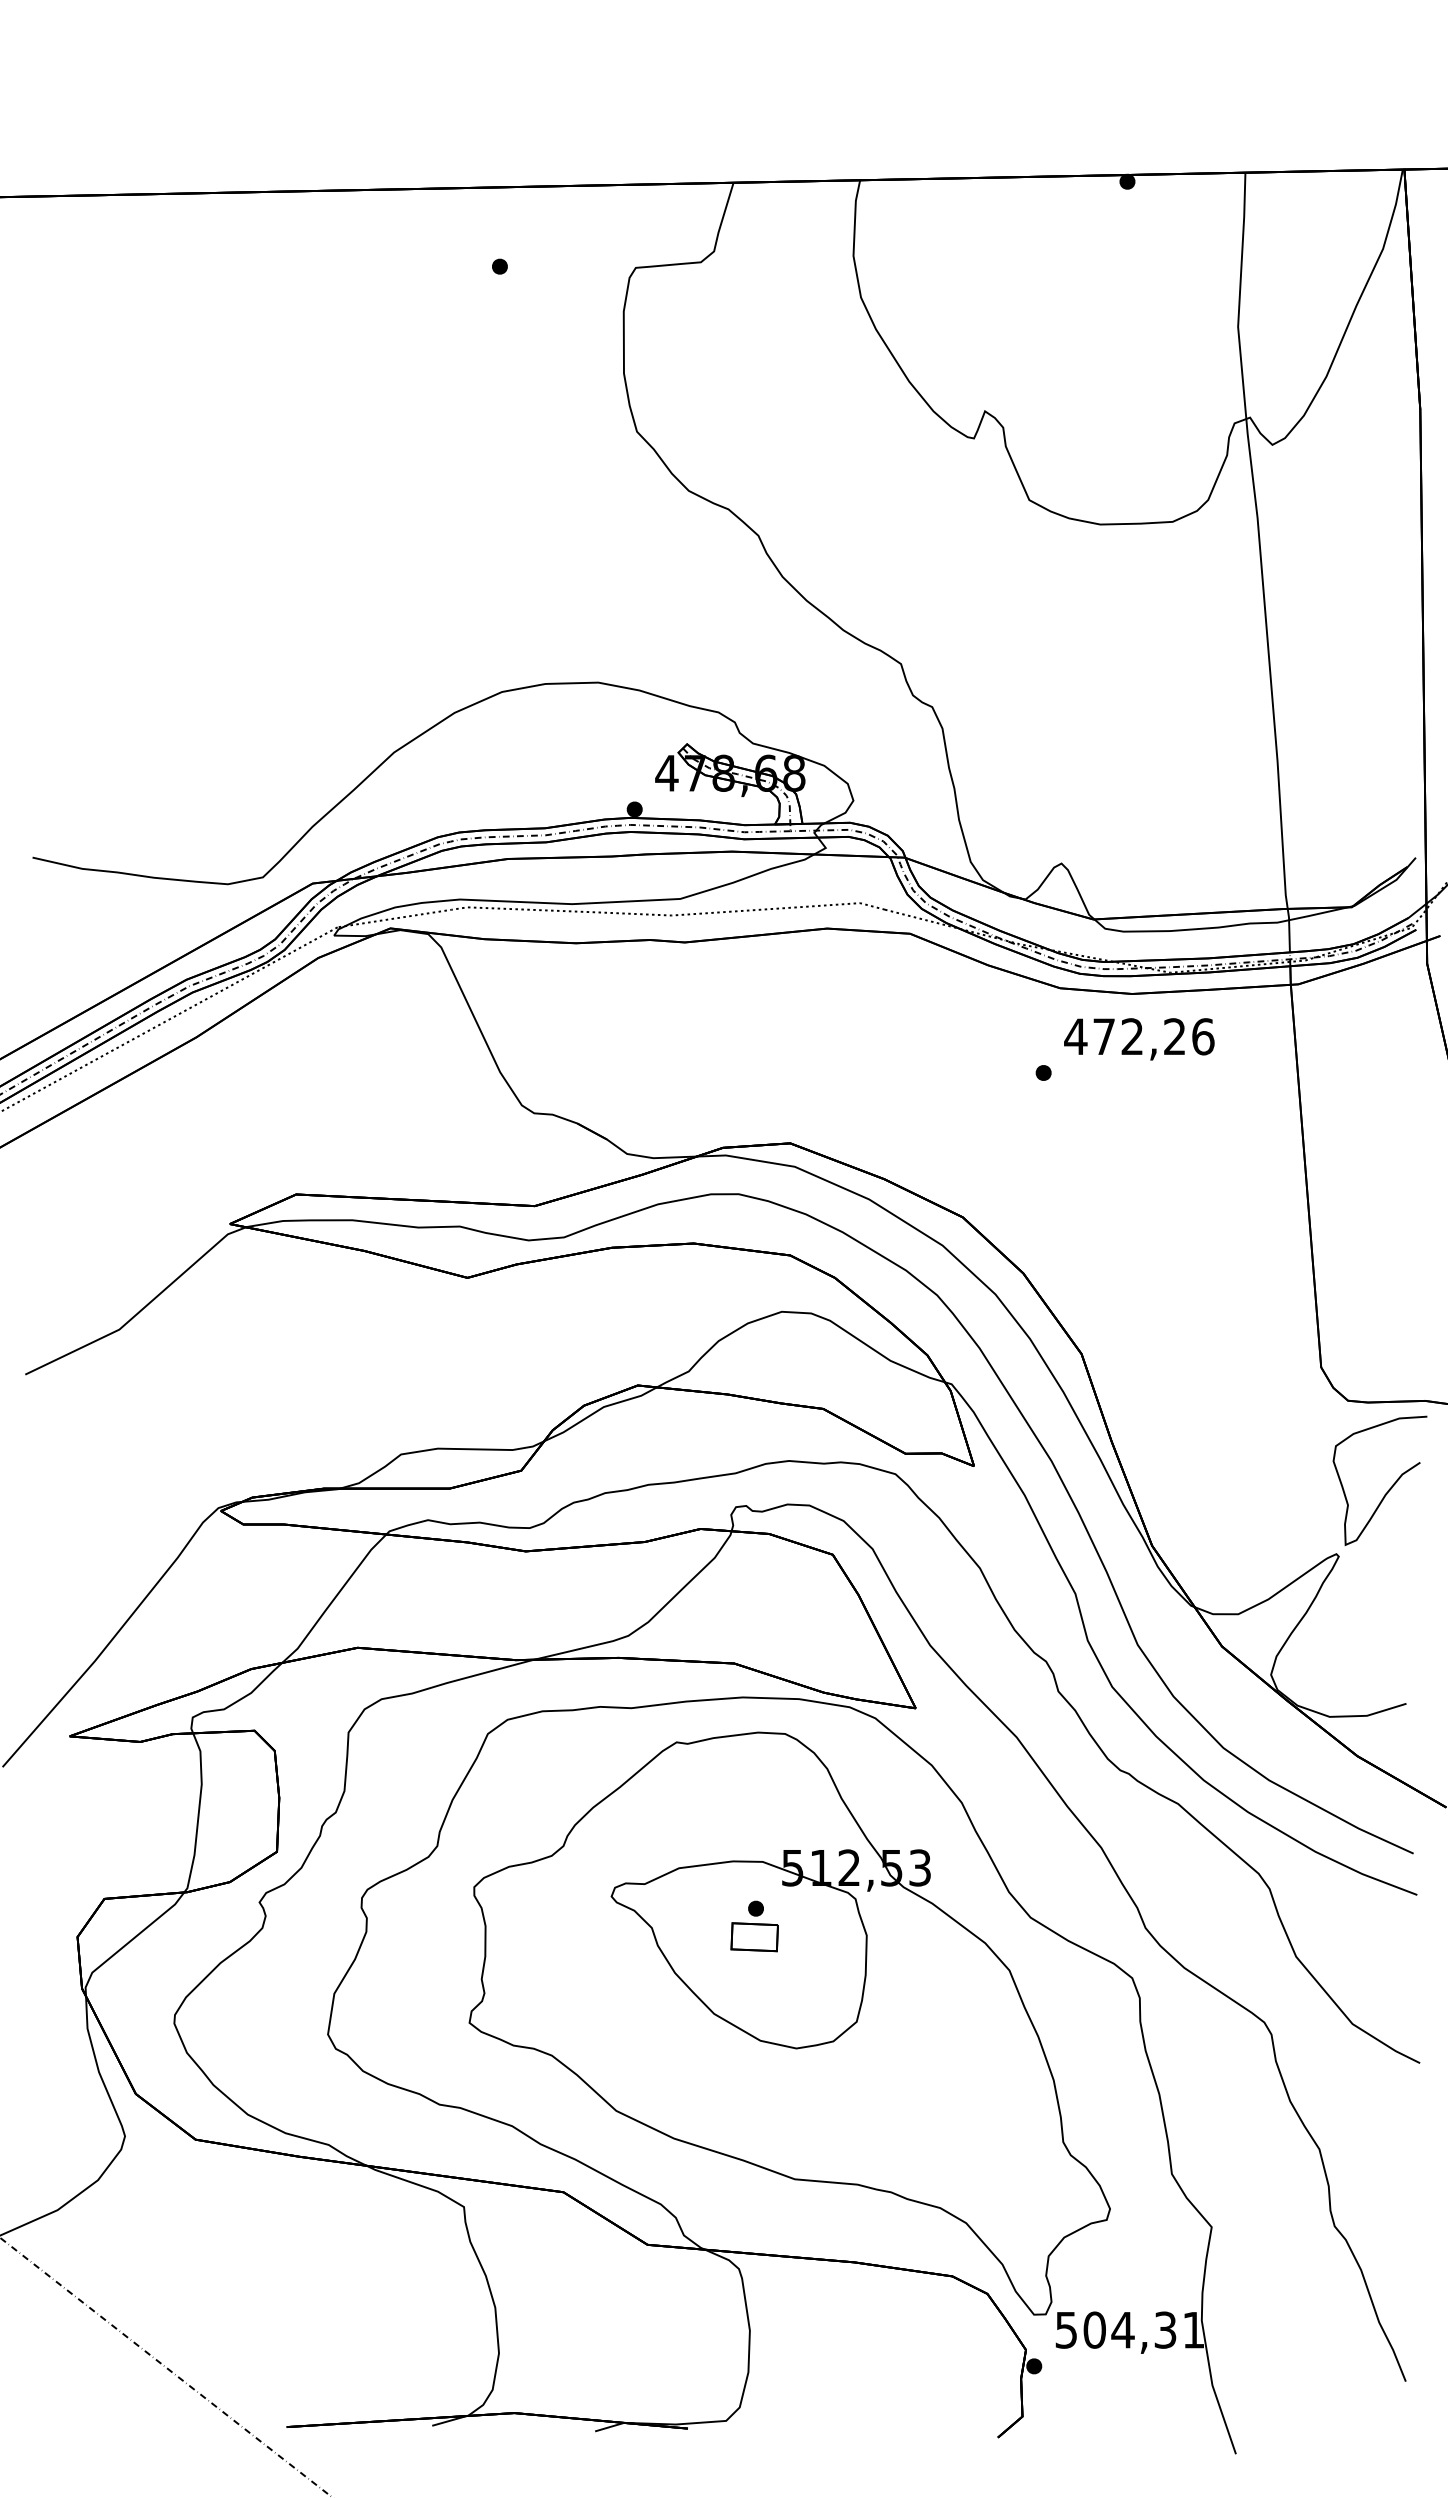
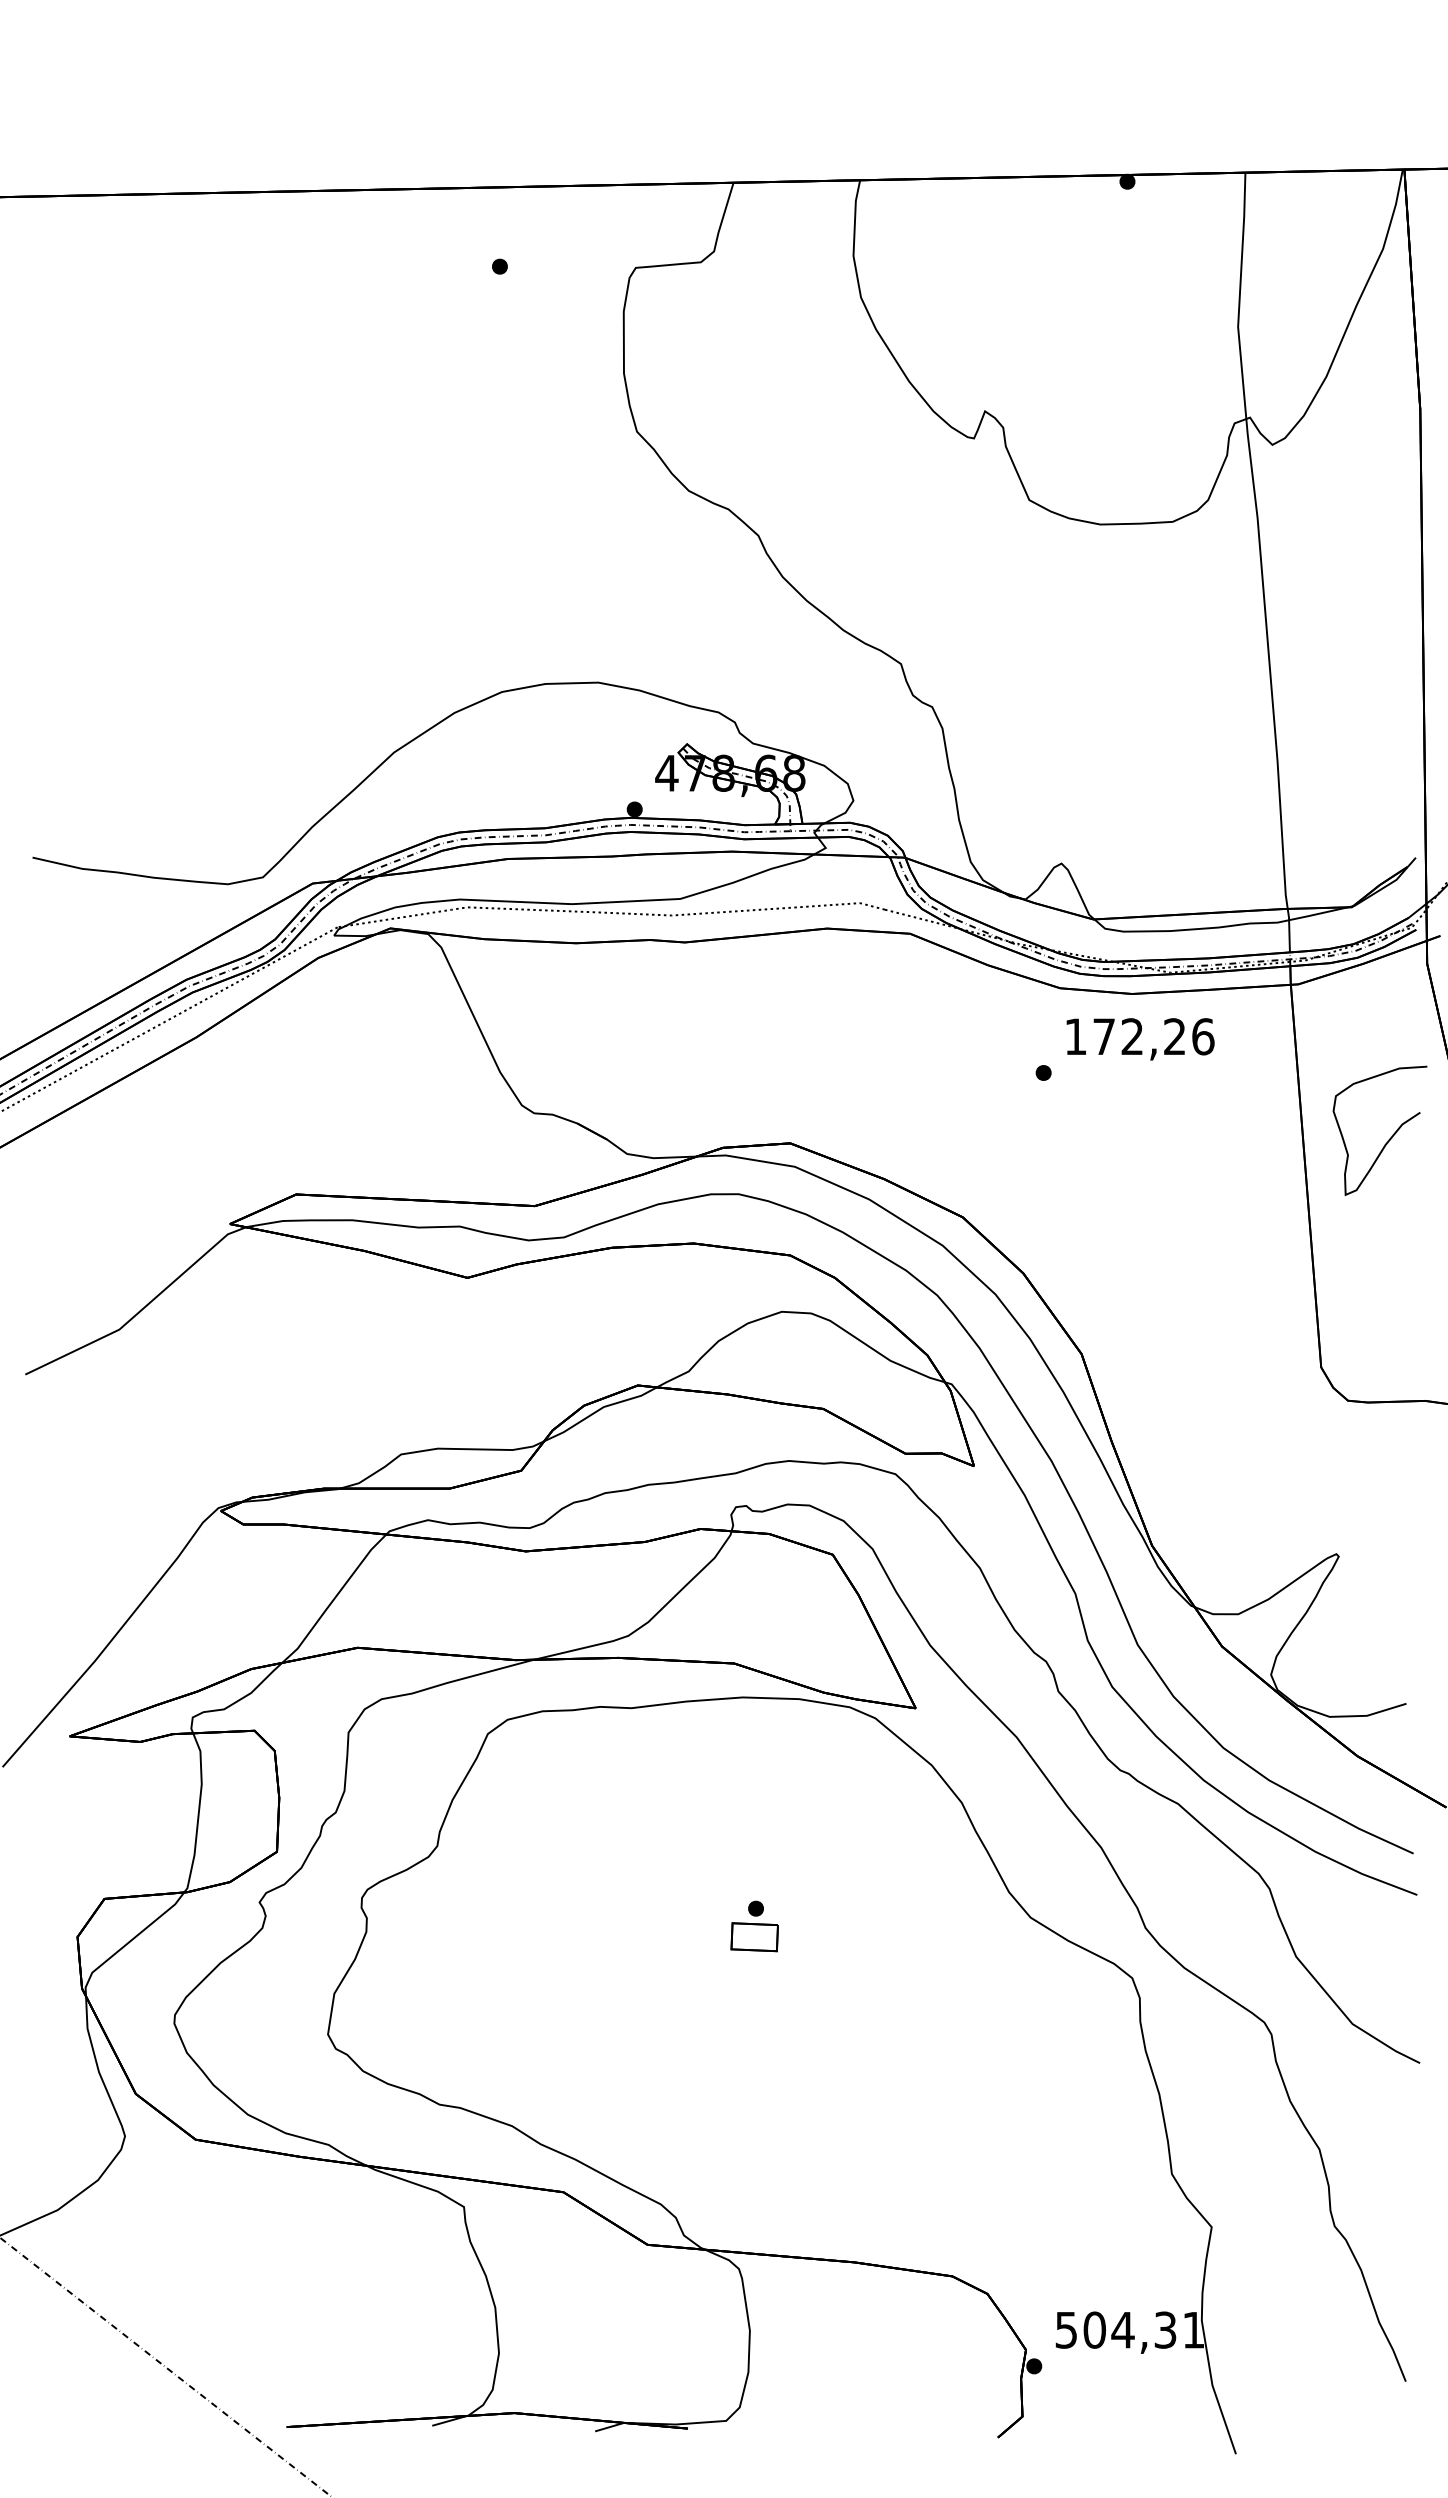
text at (1075, 1036): 472,26 -> 172,26
curve at (1388, 1489) position: (1388, 1489) -> (1388, 1139)
part at (789, 2023): present -> none
